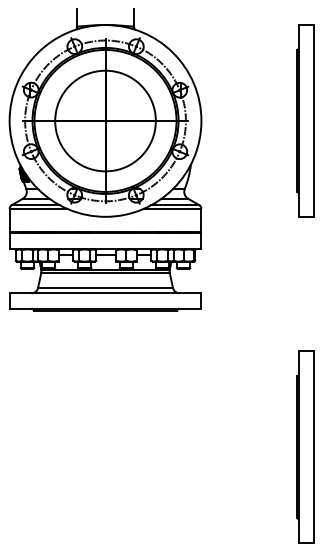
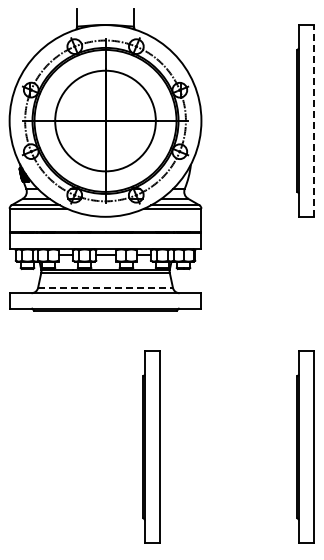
line at (314, 120): solid -> dashed
line at (106, 287): solid -> dashed
part at (151, 446): none -> present
